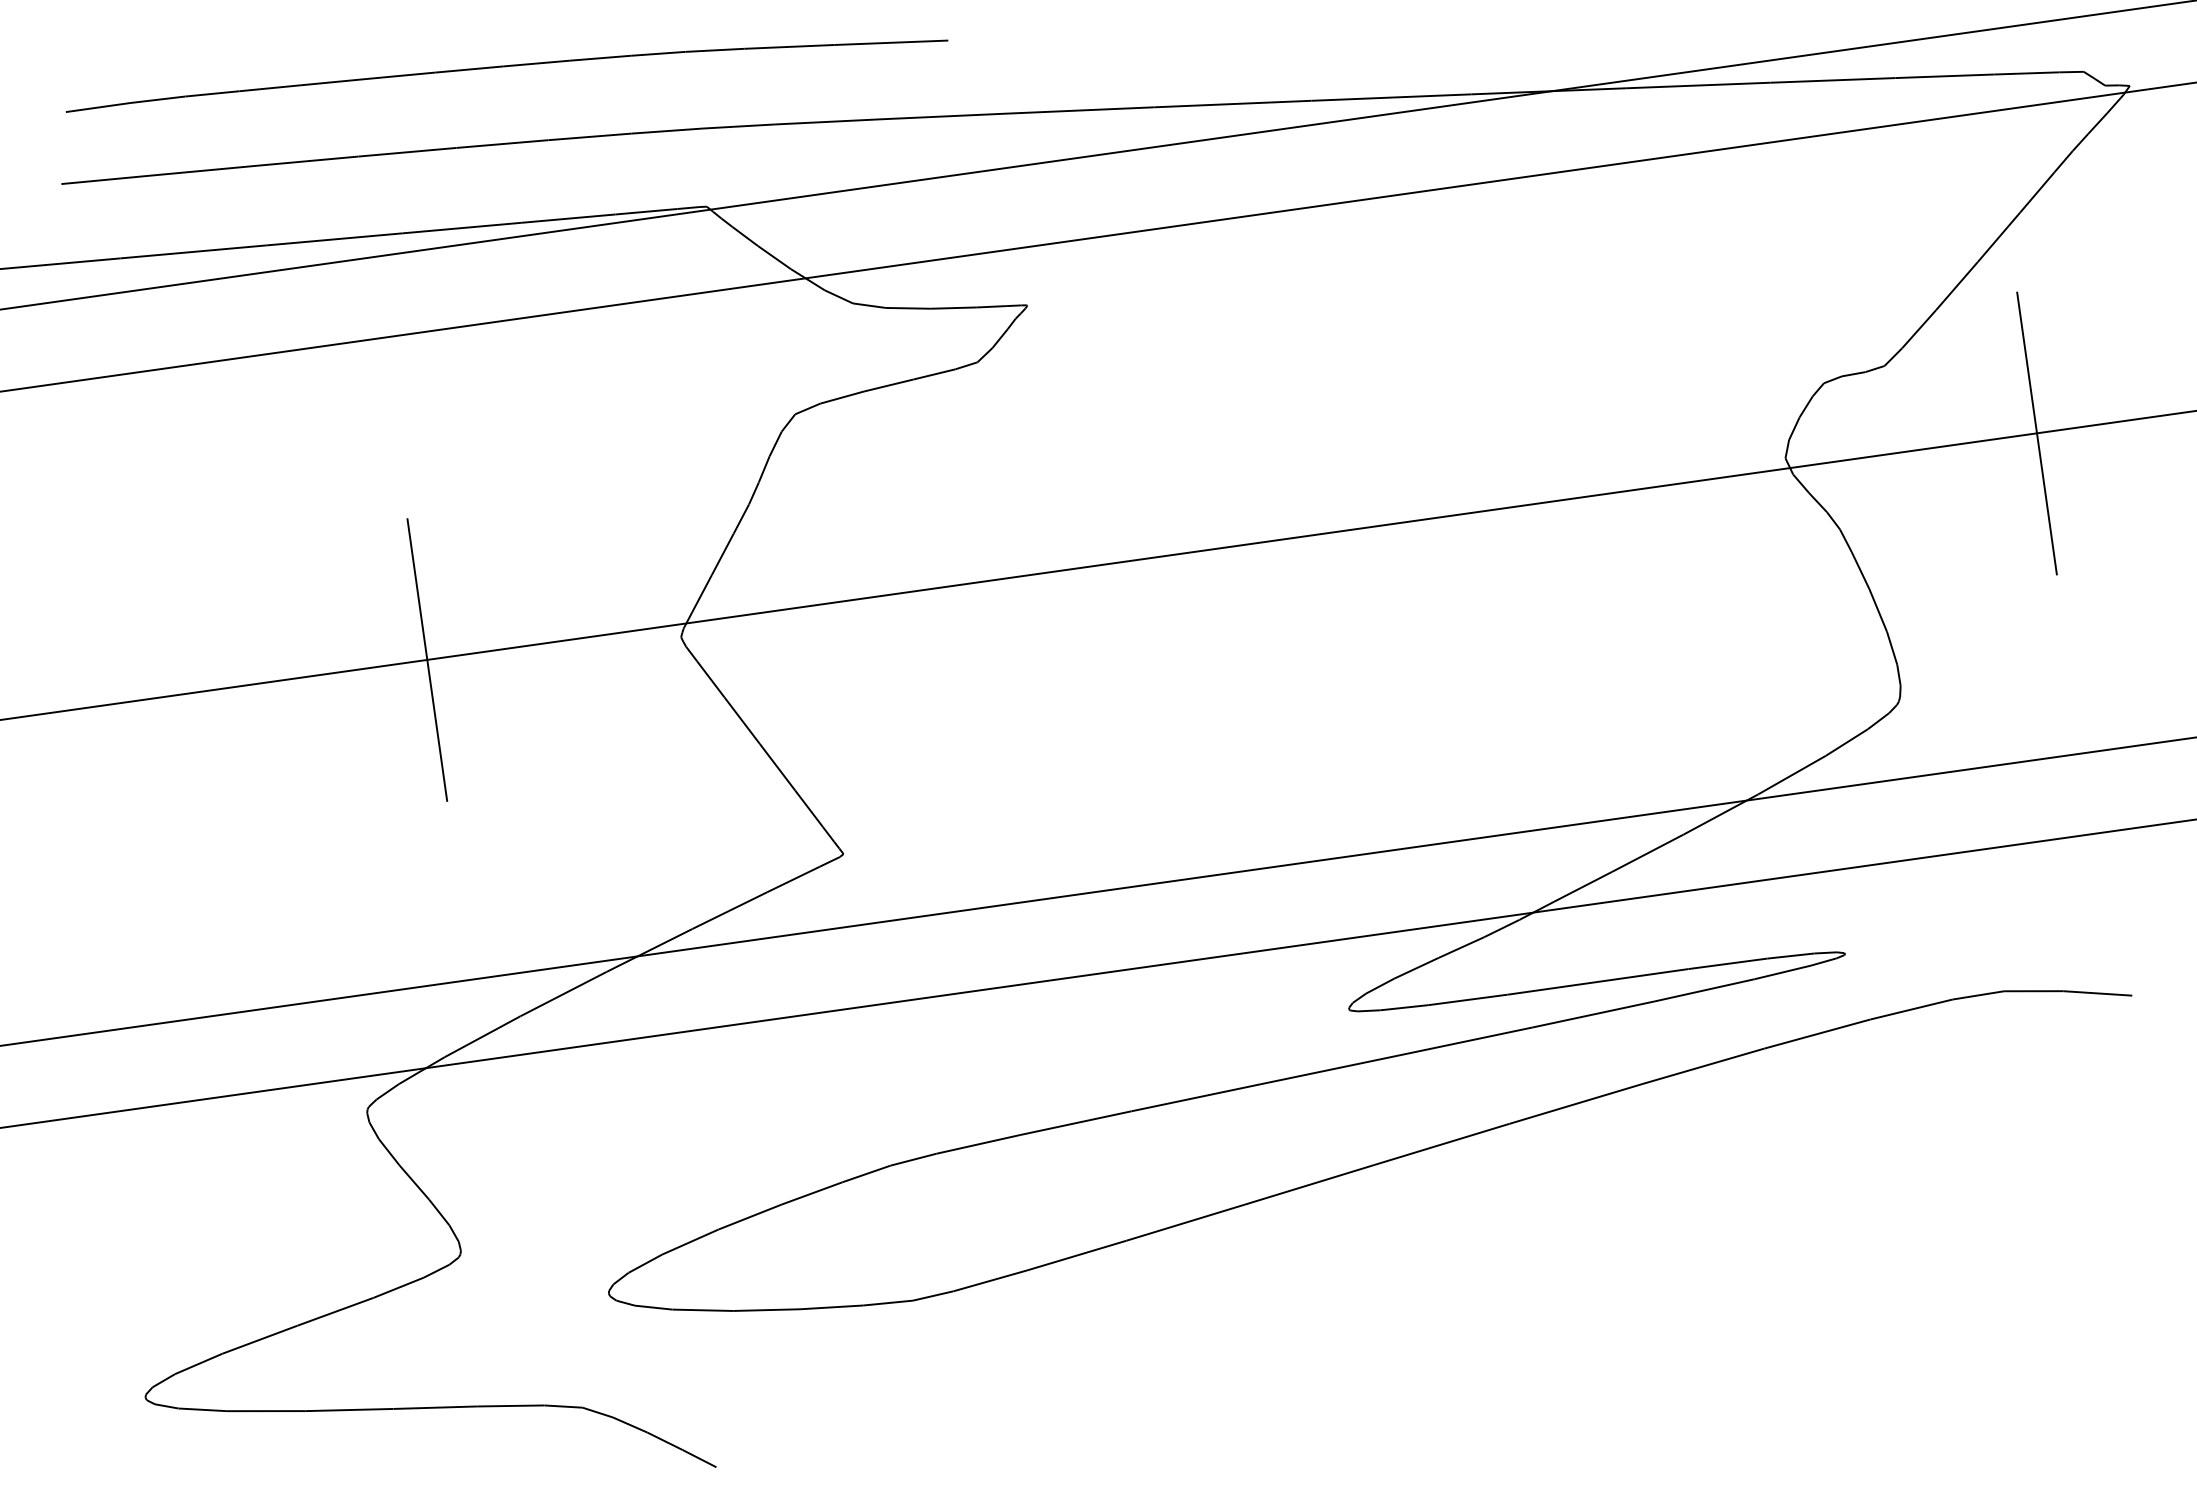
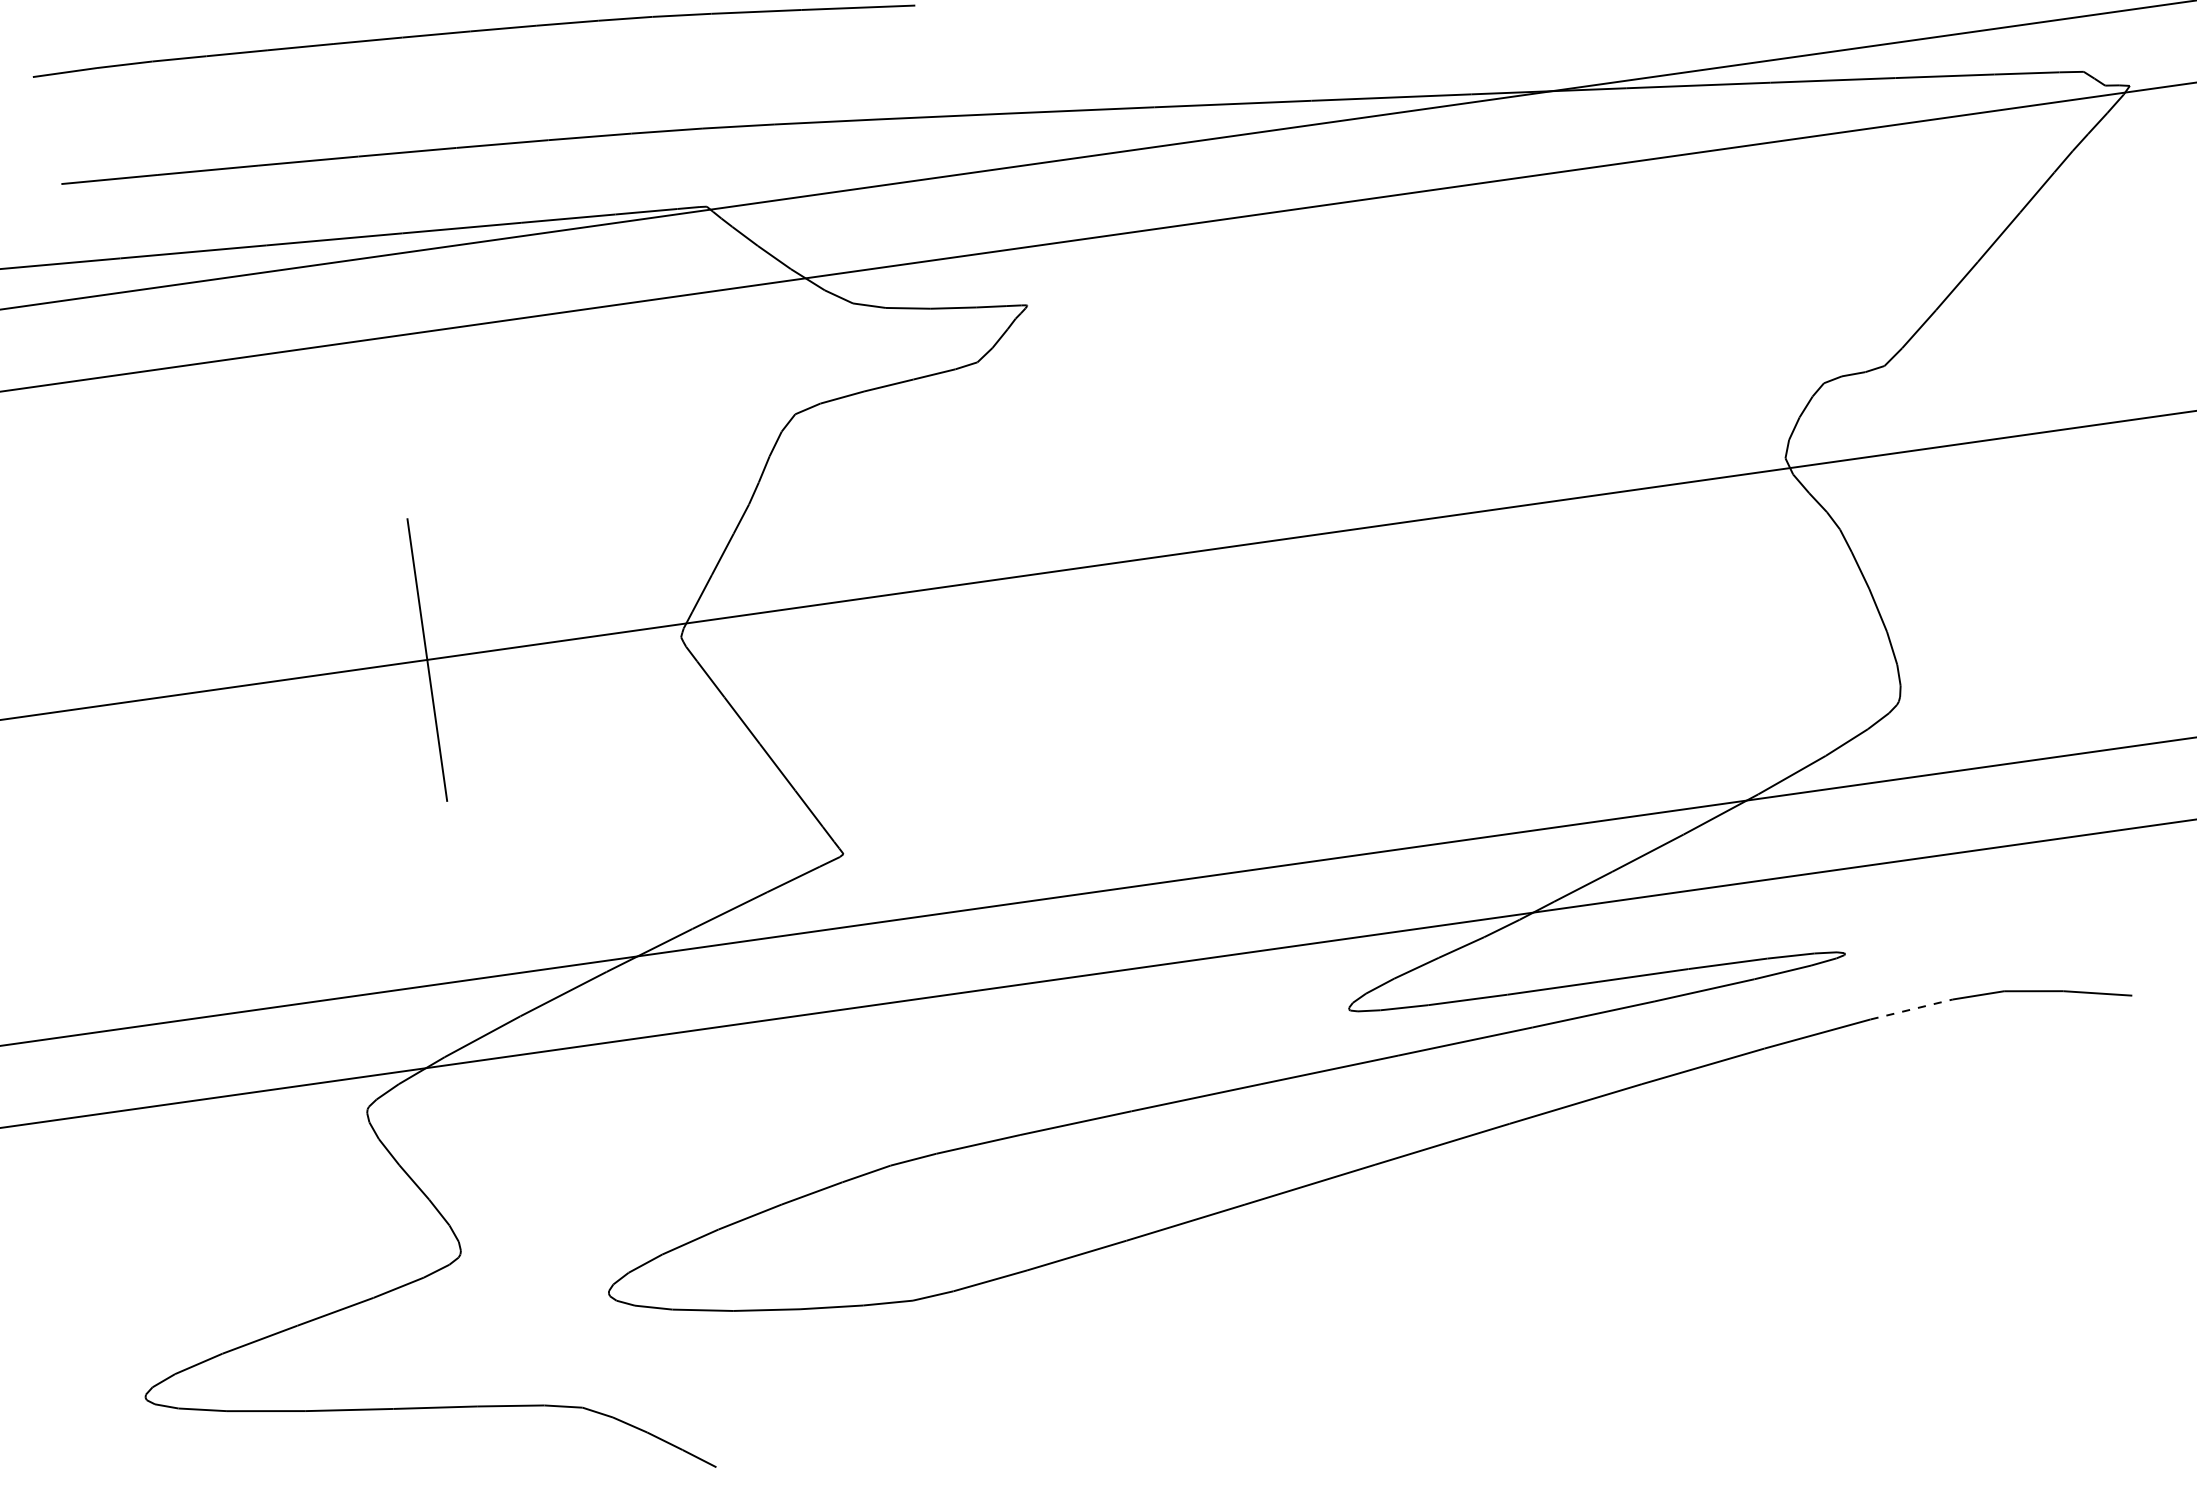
part at (506, 67) position: (506, 67) -> (473, 32)
line at (2036, 433): present -> none
line at (1912, 1009): solid -> dashed
